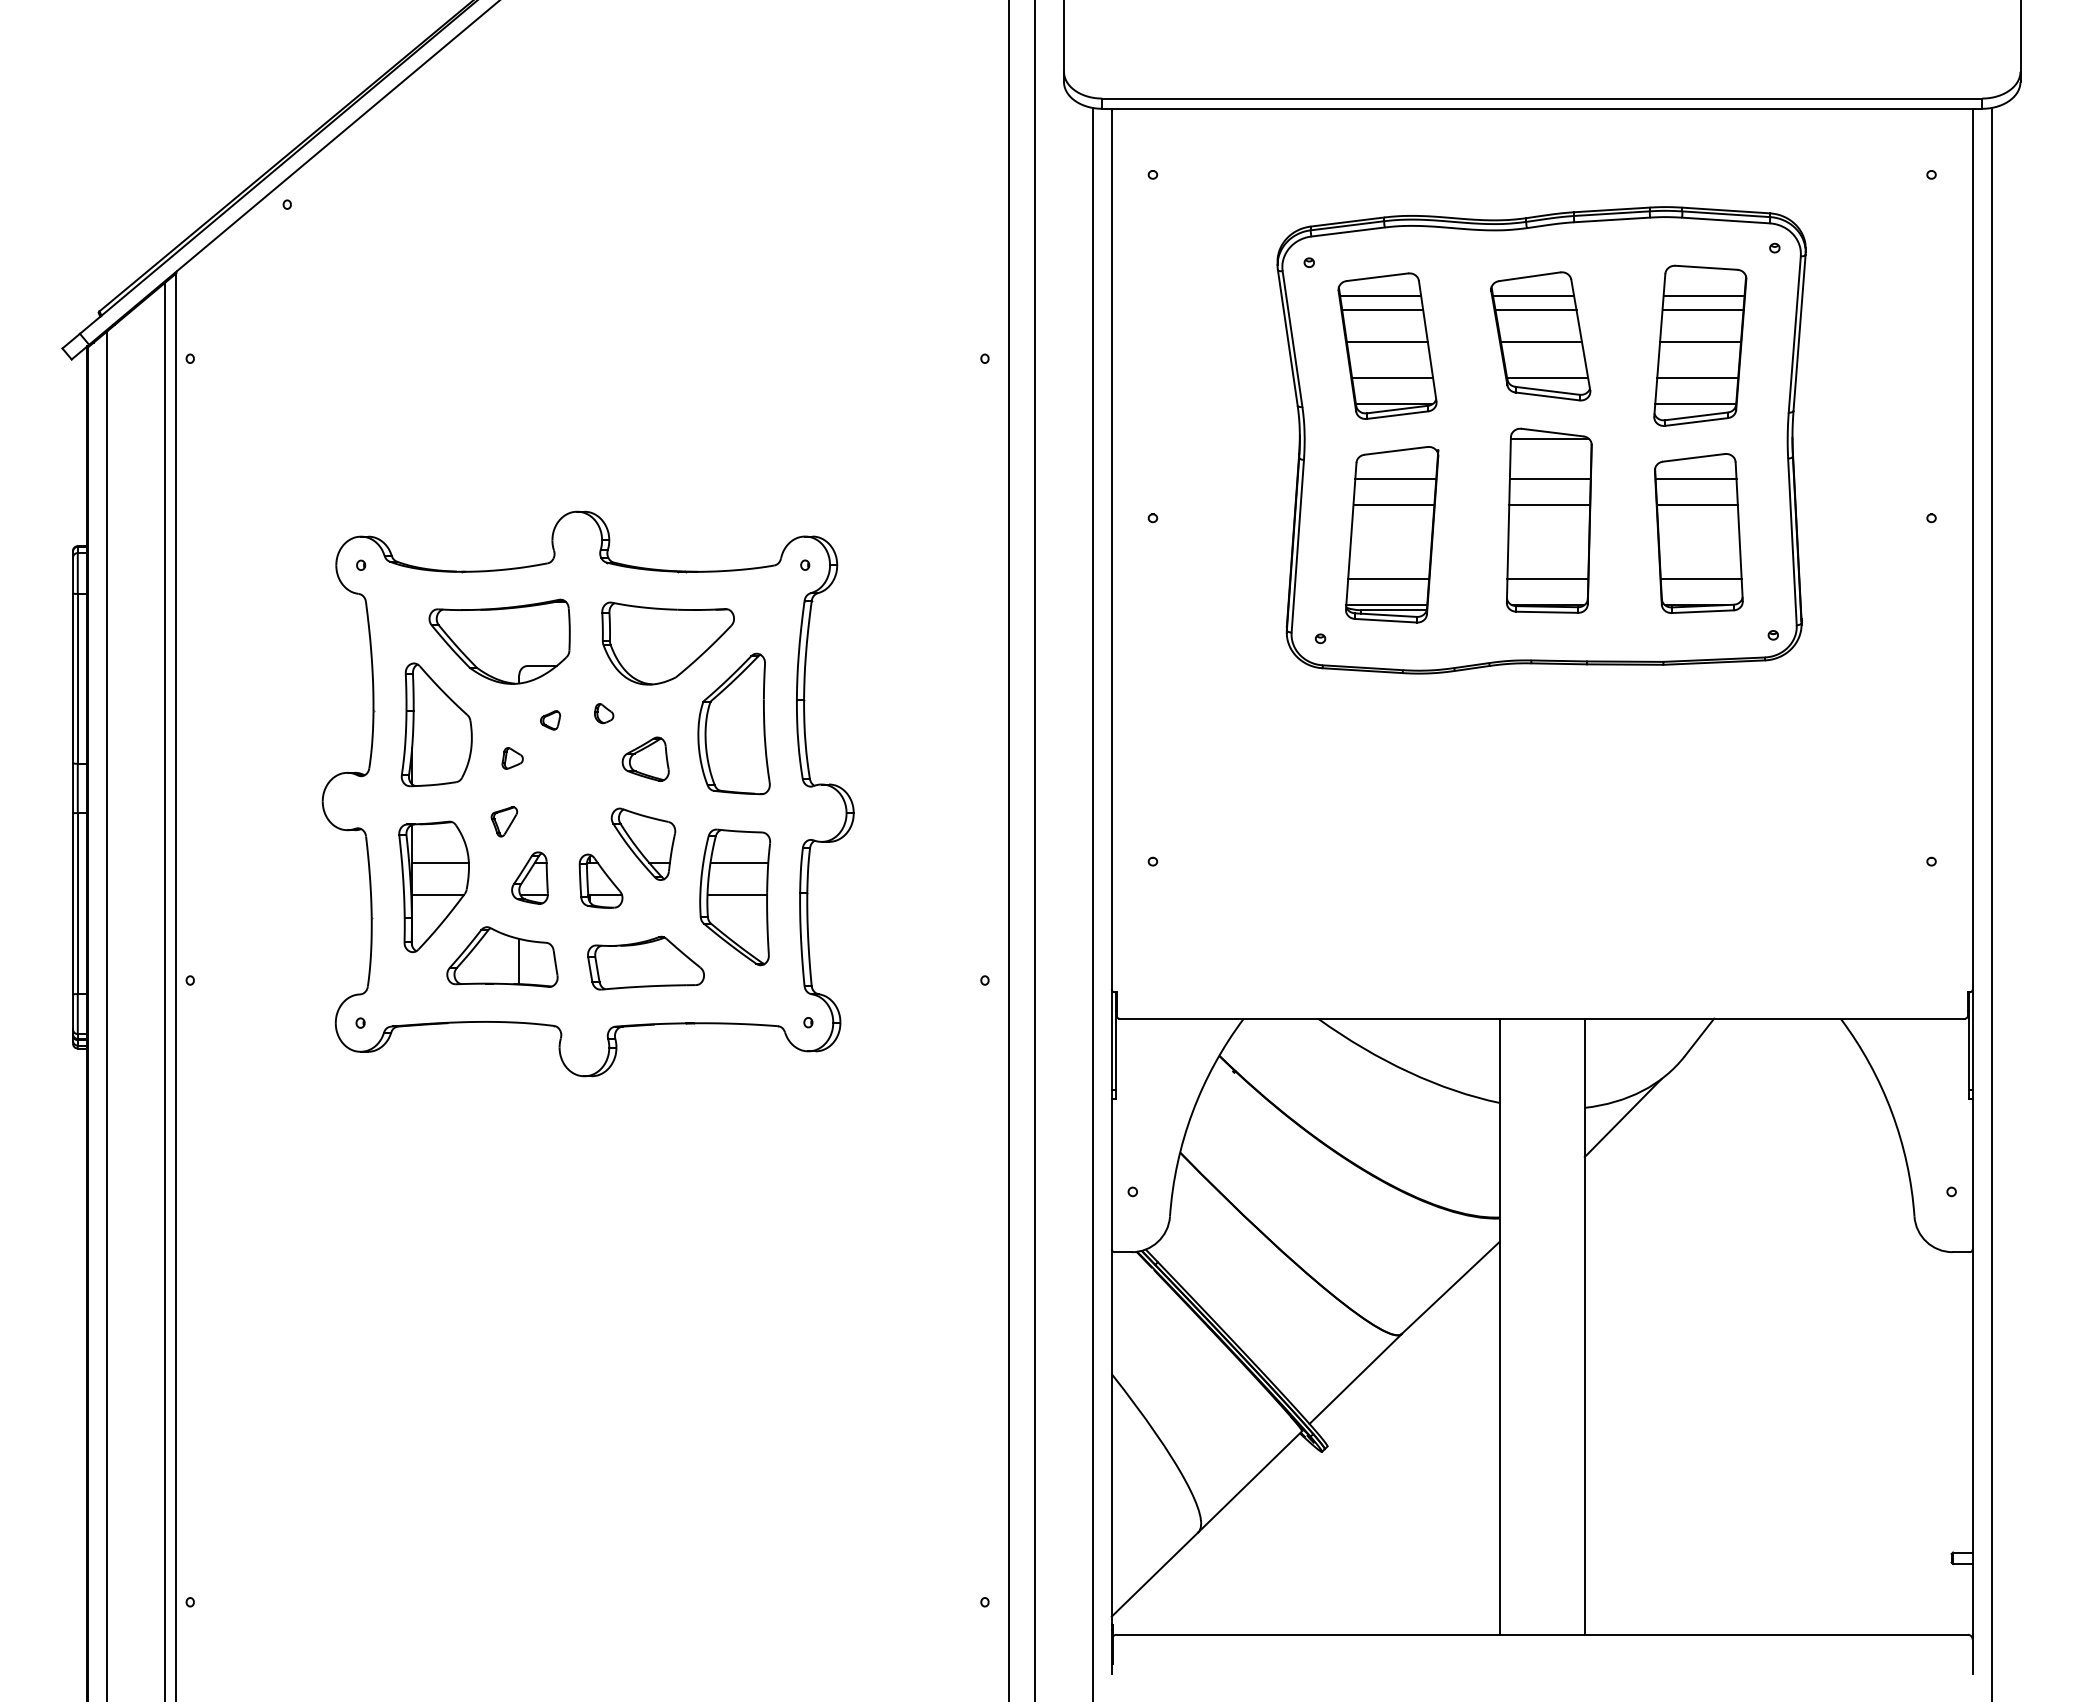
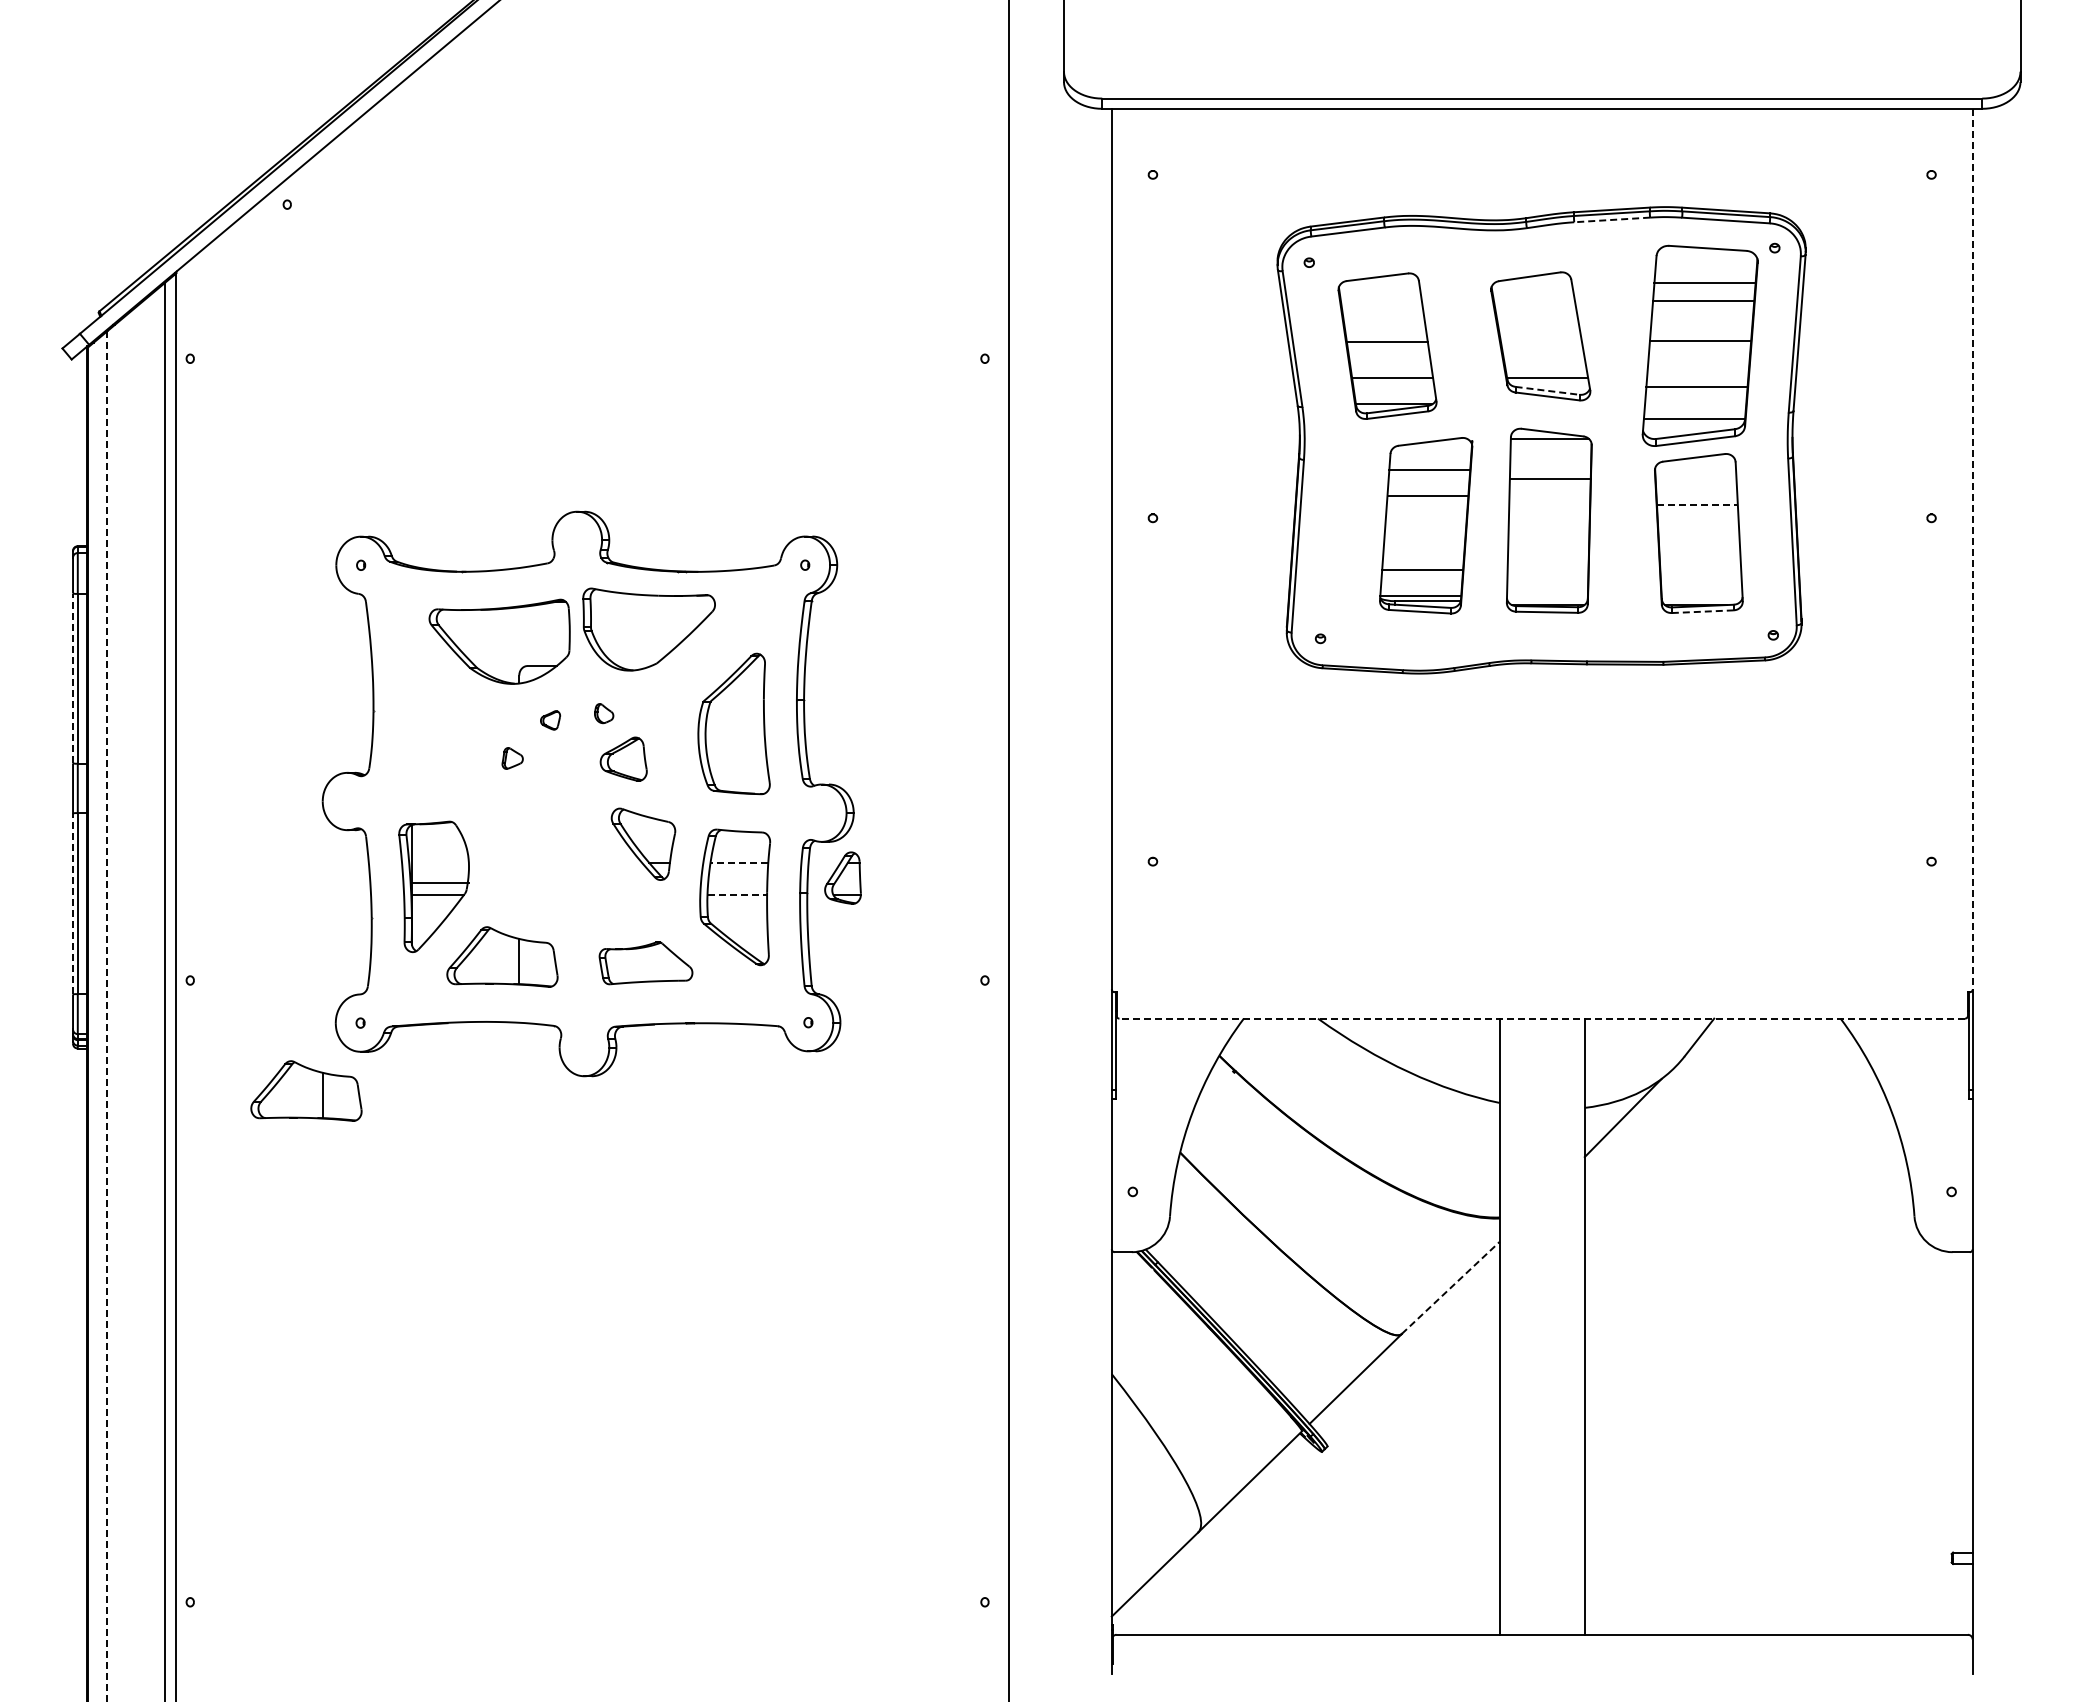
line at (1612, 219): solid -> dashed
line at (1380, 295): present -> none
line at (1533, 295): present -> none
line at (1382, 310): present -> none
line at (1535, 310): present -> none
line at (1540, 341): present -> none
part at (1700, 345) size: 95x163 px -> 118x203 px
line at (1548, 390): solid -> dashed
line at (1695, 478): present -> none
line at (1549, 504): present -> none
line at (1697, 504): solid -> dashed
part at (1392, 534) position: (1392, 534) -> (1426, 525)
line at (1972, 549): solid -> dashed
line at (1547, 579): present -> none
line at (1700, 579): present -> none
line at (1702, 611): solid -> dashed
part at (667, 643) position: (667, 643) -> (648, 629)
line at (73, 678): solid -> dashed
part at (436, 724): present -> none
part at (645, 758) position: (645, 758) -> (623, 758)
part at (504, 821): present -> none
line at (1035, 850): present -> none
line at (440, 863) position: (440, 863) -> (440, 883)
line at (739, 863): solid -> dashed
part at (529, 877) position: (529, 877) -> (842, 877)
part at (600, 880): present -> none
line at (737, 895): solid -> dashed
line at (1092, 902): present -> none
line at (1991, 902): present -> none
line at (73, 903): solid -> dashed
part at (645, 962) size: 118x56 px -> 96x45 px
line at (107, 1016): solid -> dashed
line at (1542, 1018): solid -> dashed
part at (306, 1090): none -> present
line at (1451, 1287): solid -> dashed
